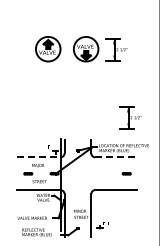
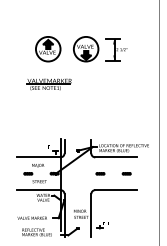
part at (48, 84): none -> present
part at (130, 117): present -> none
line at (38, 157): dashed -> solid
line at (116, 157): dashed -> solid
part at (100, 173): none -> present
